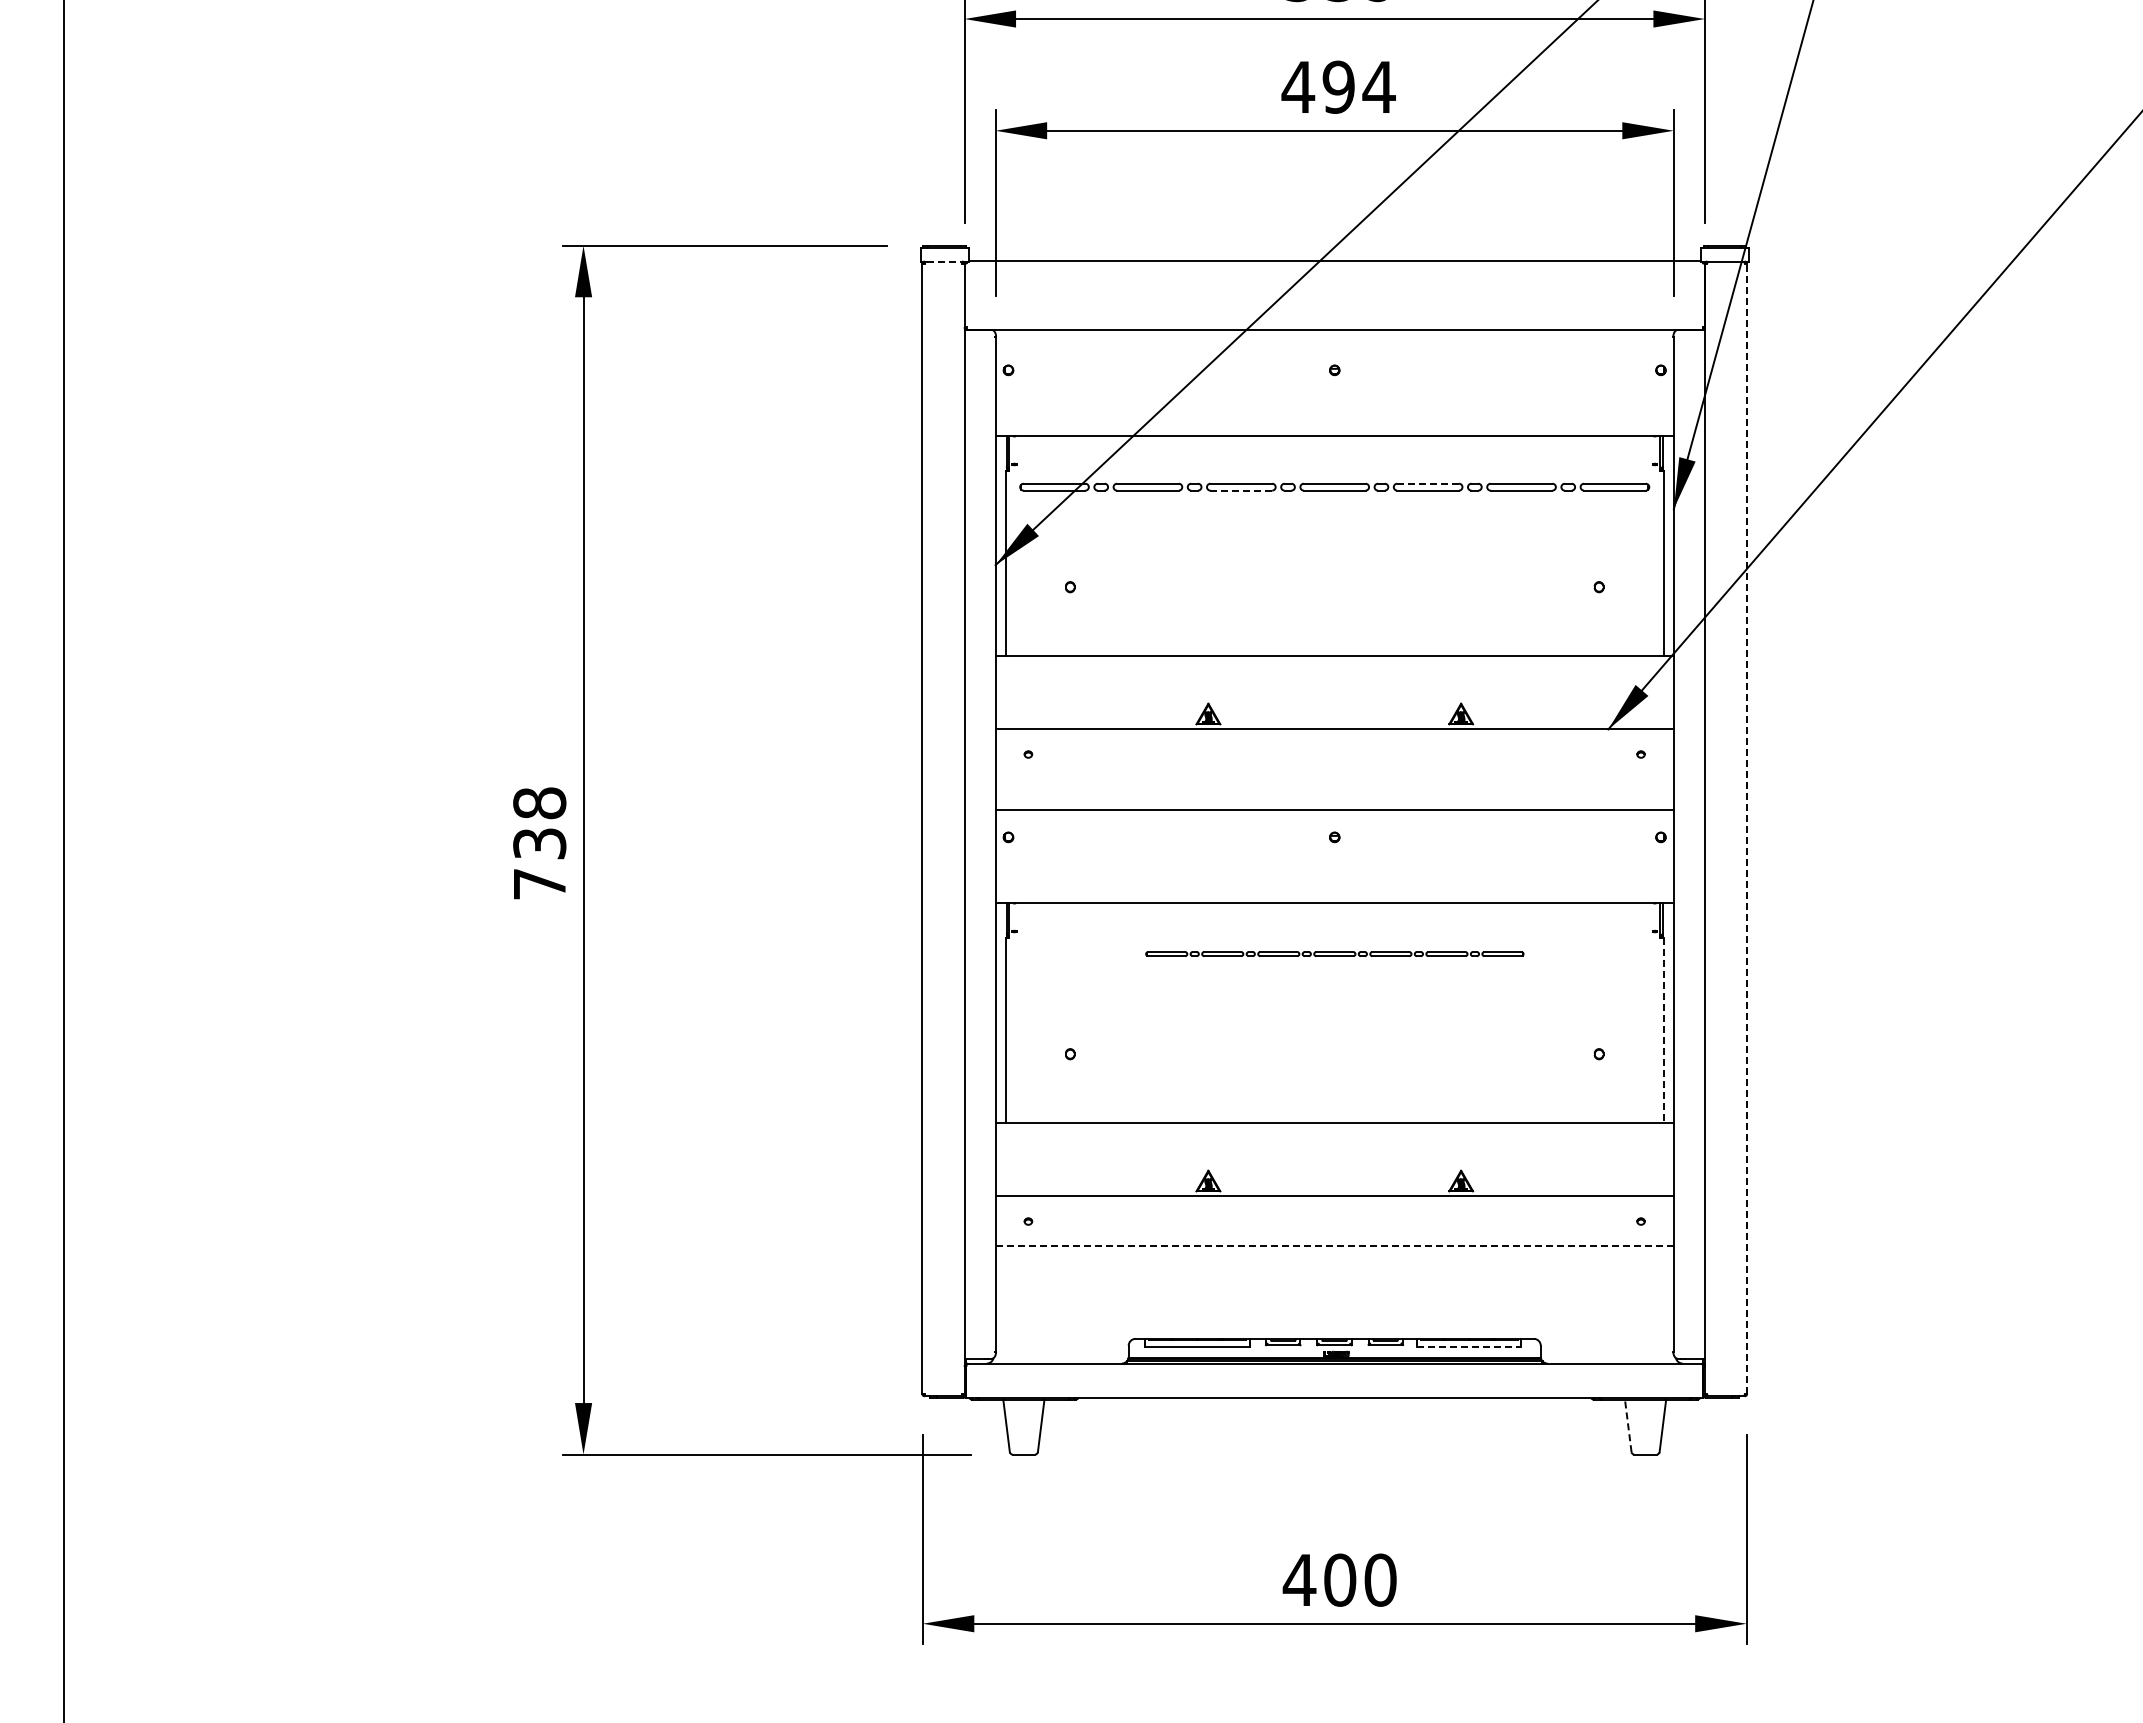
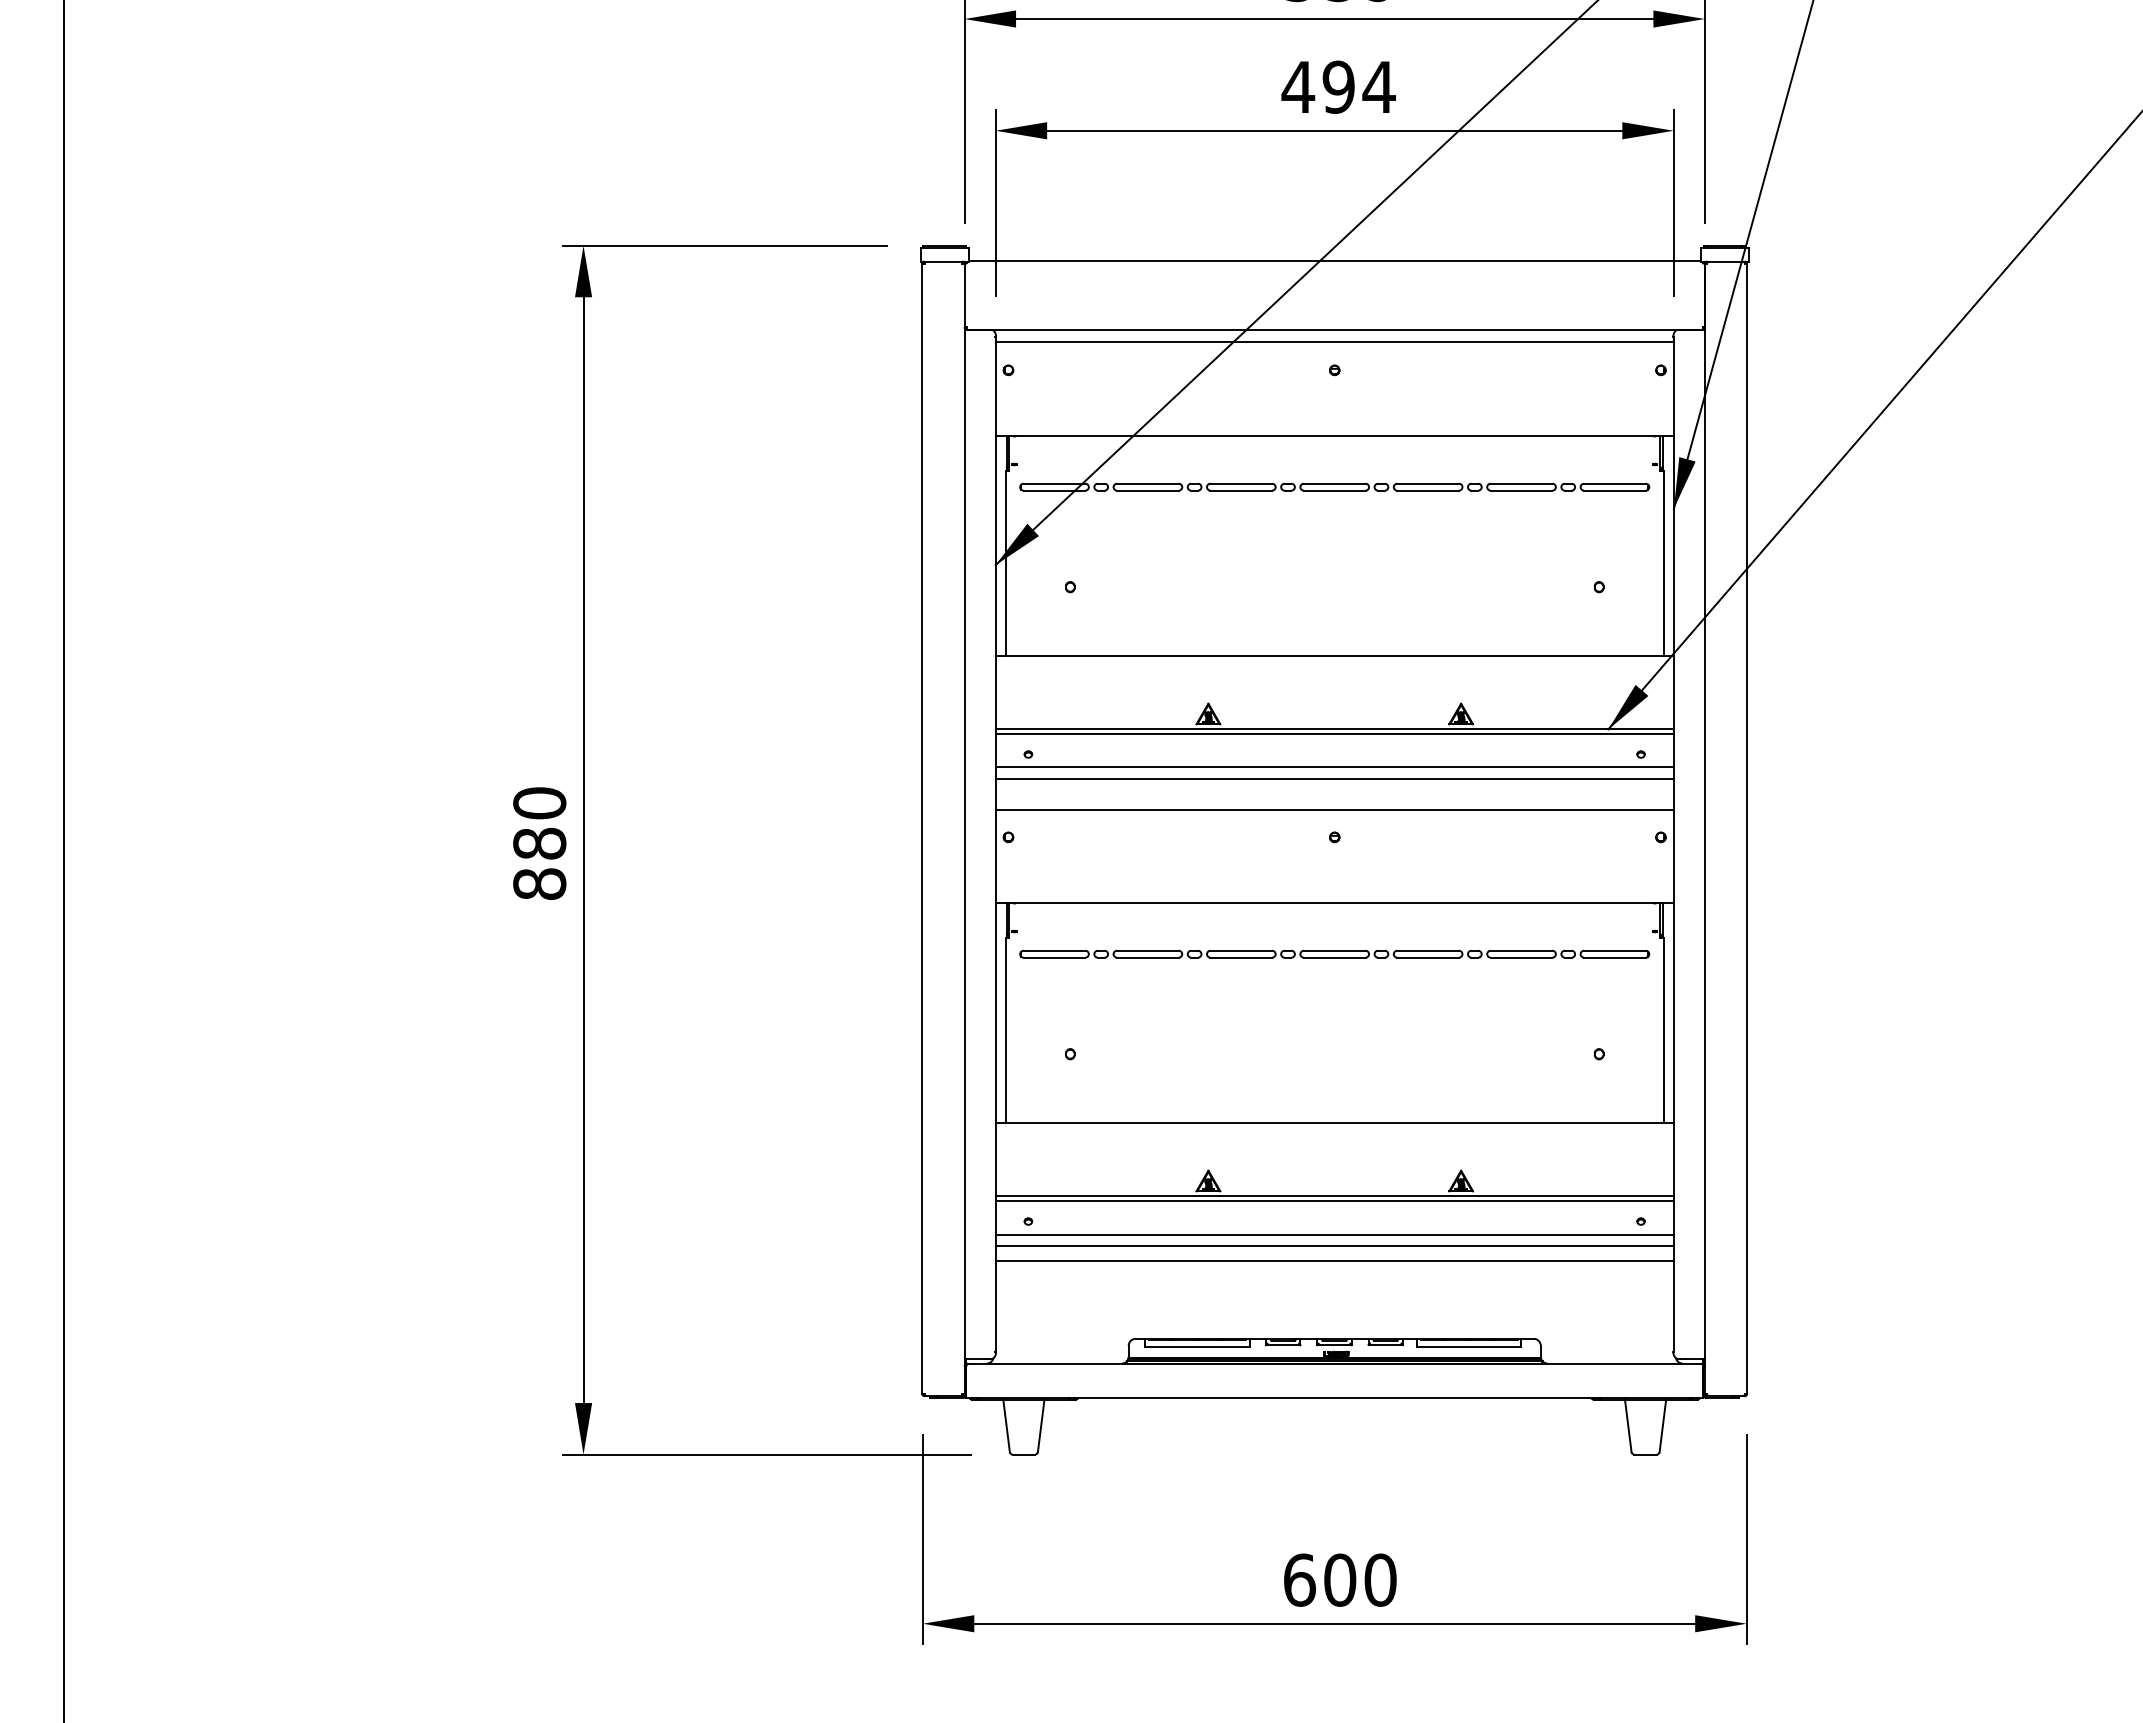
line at (945, 261): dashed -> solid
line at (1334, 341): none -> present
line at (1428, 483): dashed -> solid
line at (1241, 490): dashed -> solid
line at (1334, 734): none -> present
line at (1334, 767): none -> present
line at (1334, 778): none -> present
line at (1747, 828): dashed -> solid
text at (539, 843): 738 -> 880
part at (1334, 953) size: 380x6 px -> 632x10 px
line at (1663, 1030): dashed -> solid
line at (1334, 1201): none -> present
line at (1334, 1234): none -> present
line at (1334, 1246): dashed -> solid
line at (1334, 1260): none -> present
line at (1469, 1347): dashed -> solid
line at (1628, 1425): dashed -> solid
text at (1299, 1579): 400 -> 600
